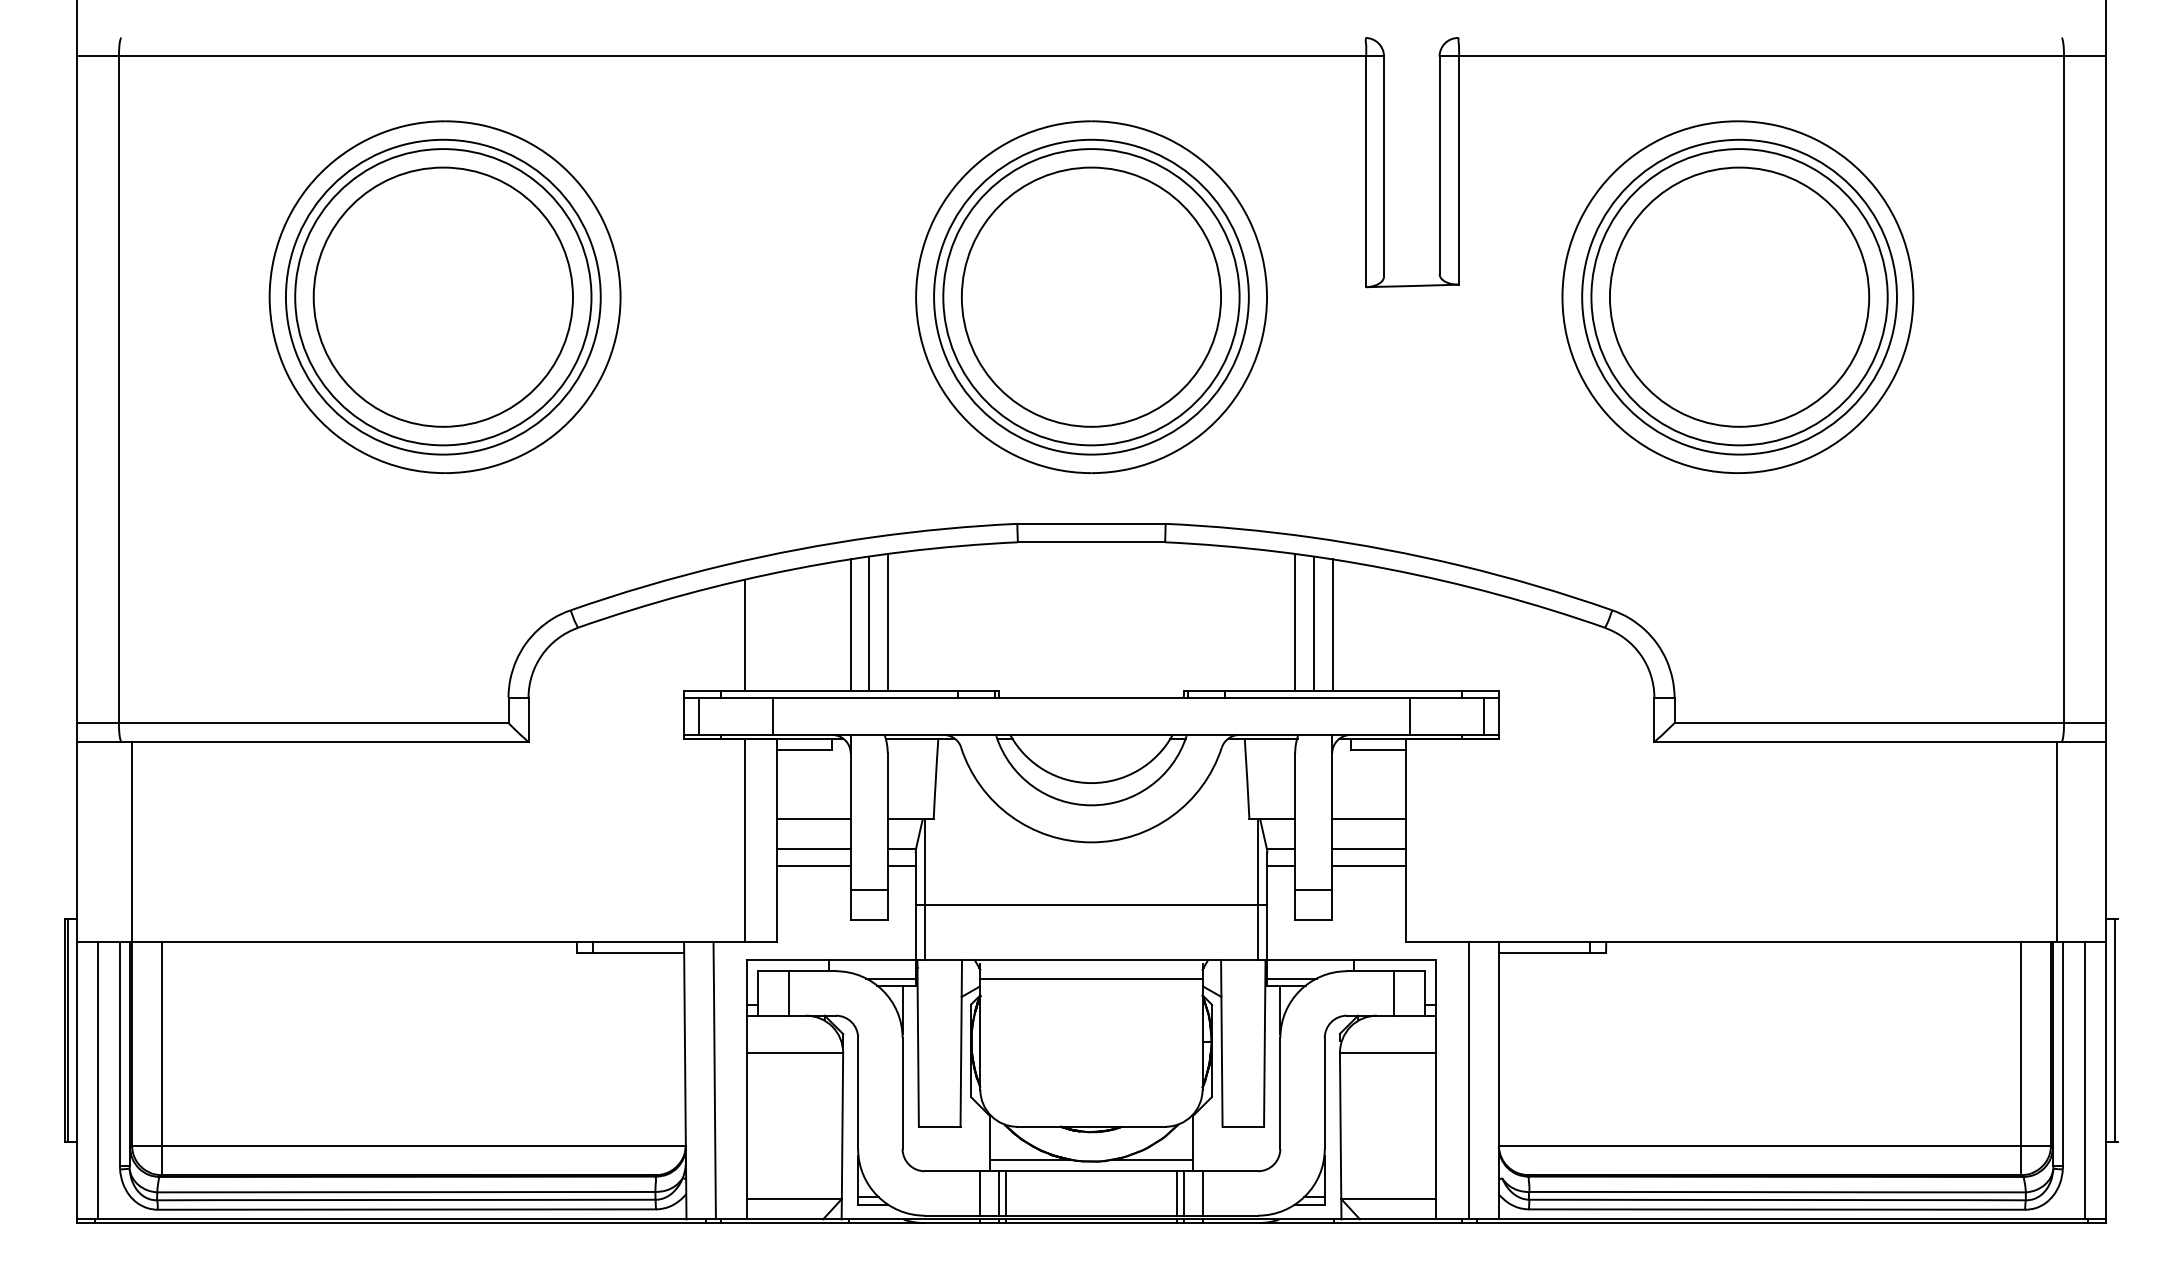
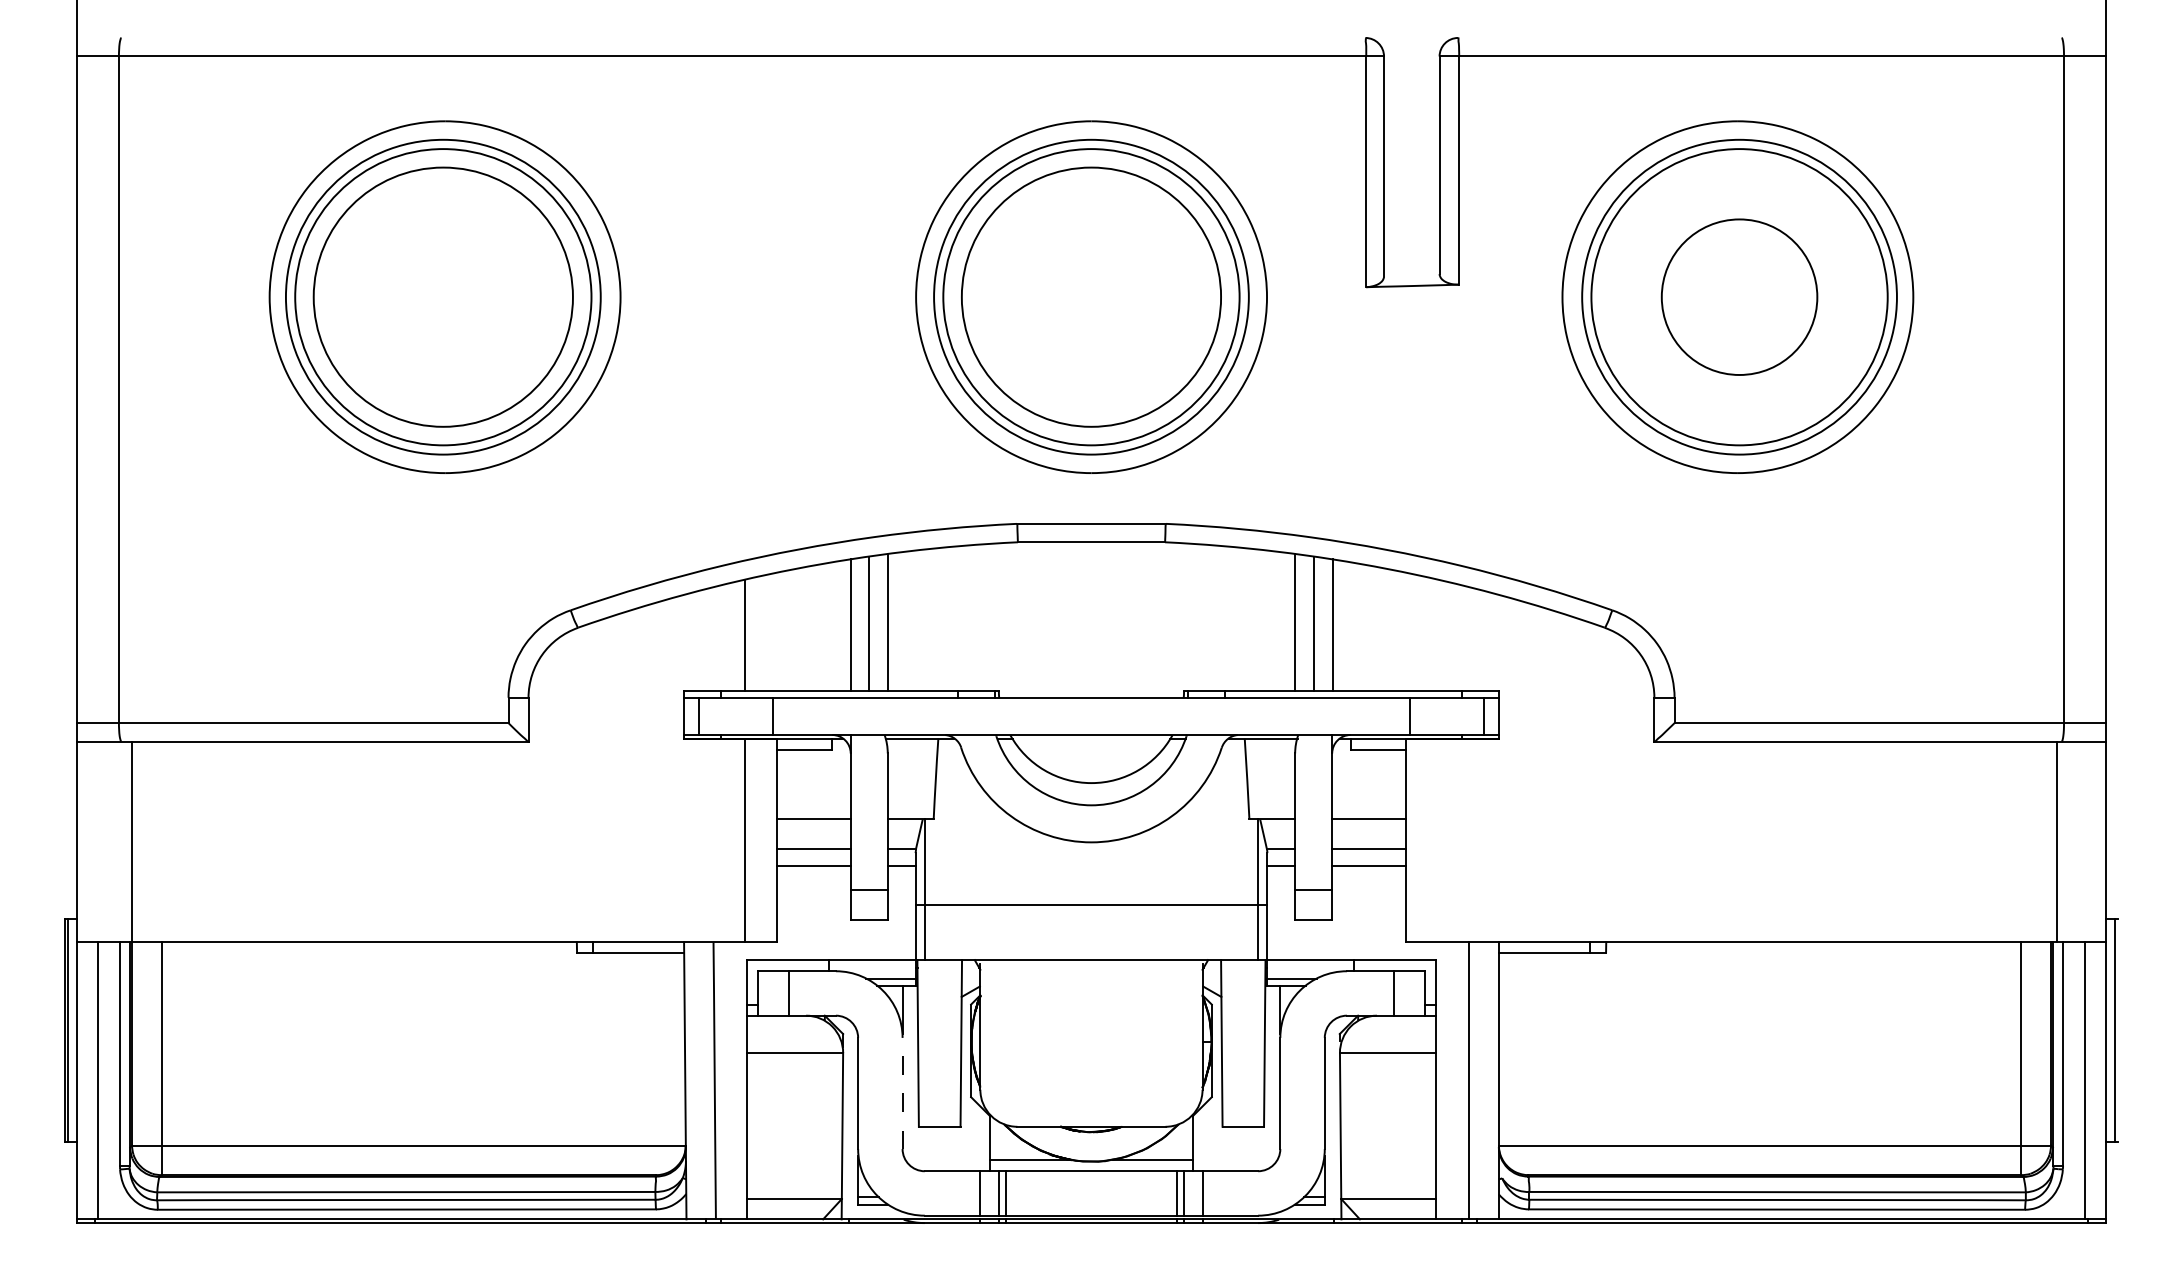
circle at (1739, 296) diameter: 259 px -> 156 px
line at (1091, 978): present -> none
line at (902, 1093): solid -> dashed
